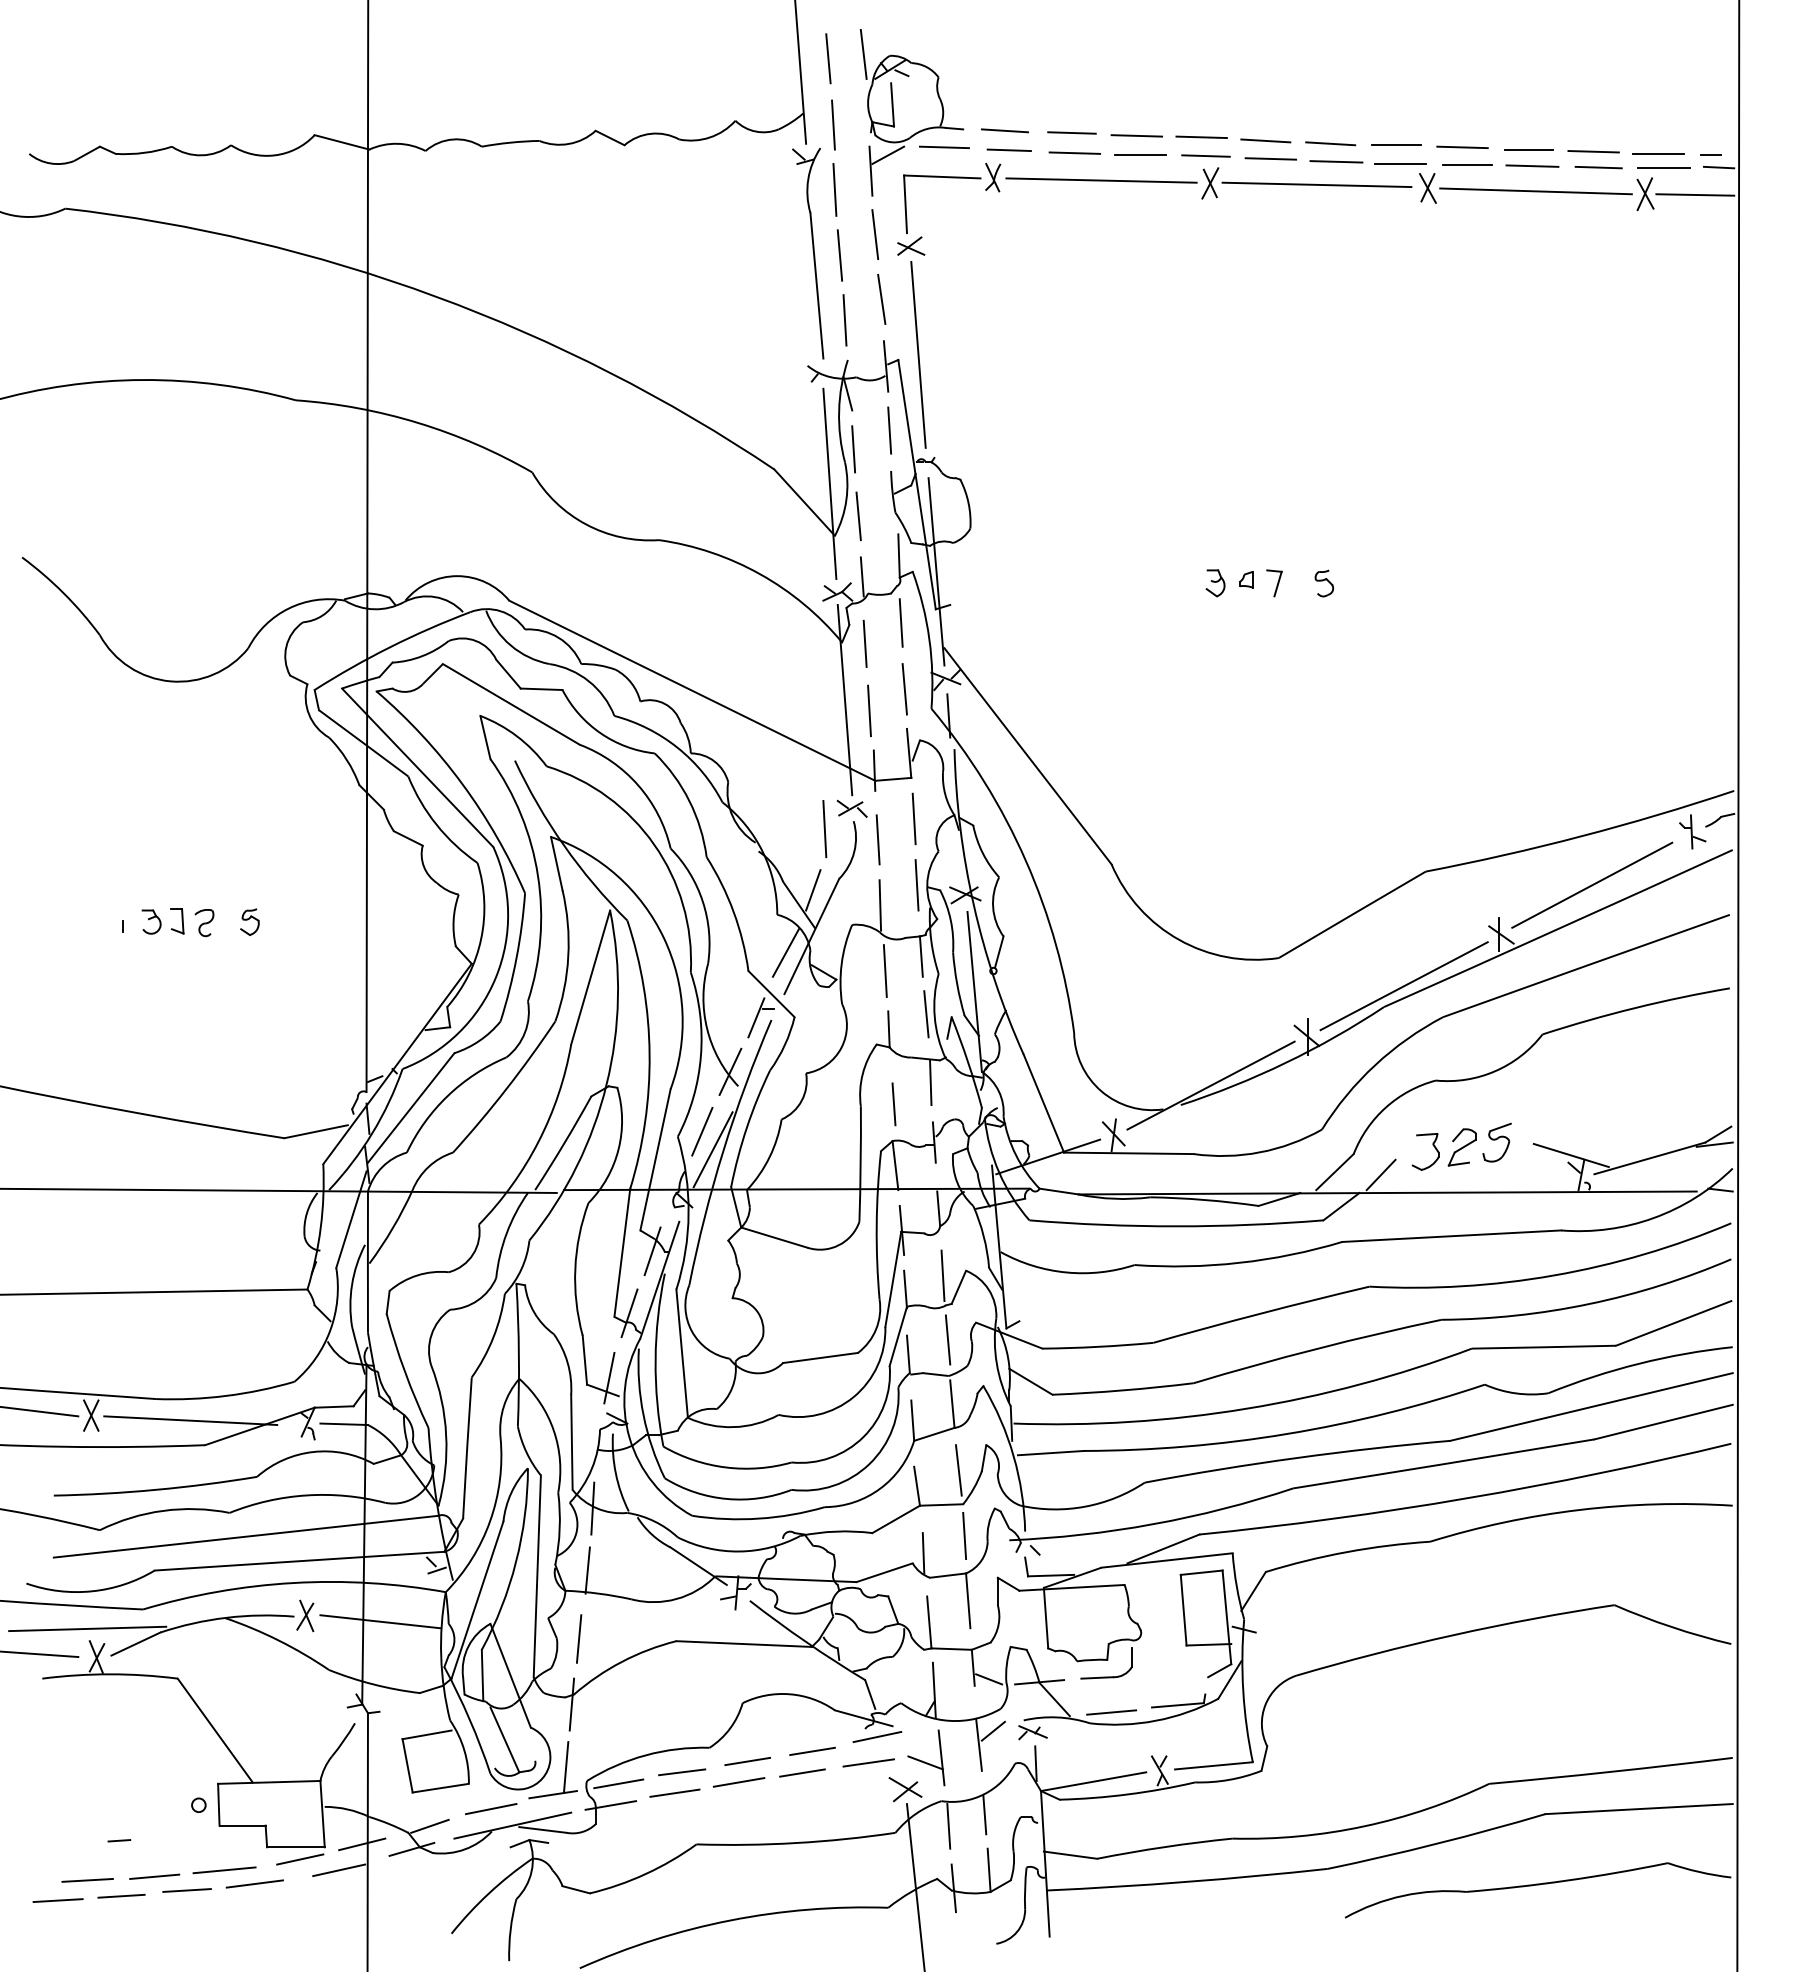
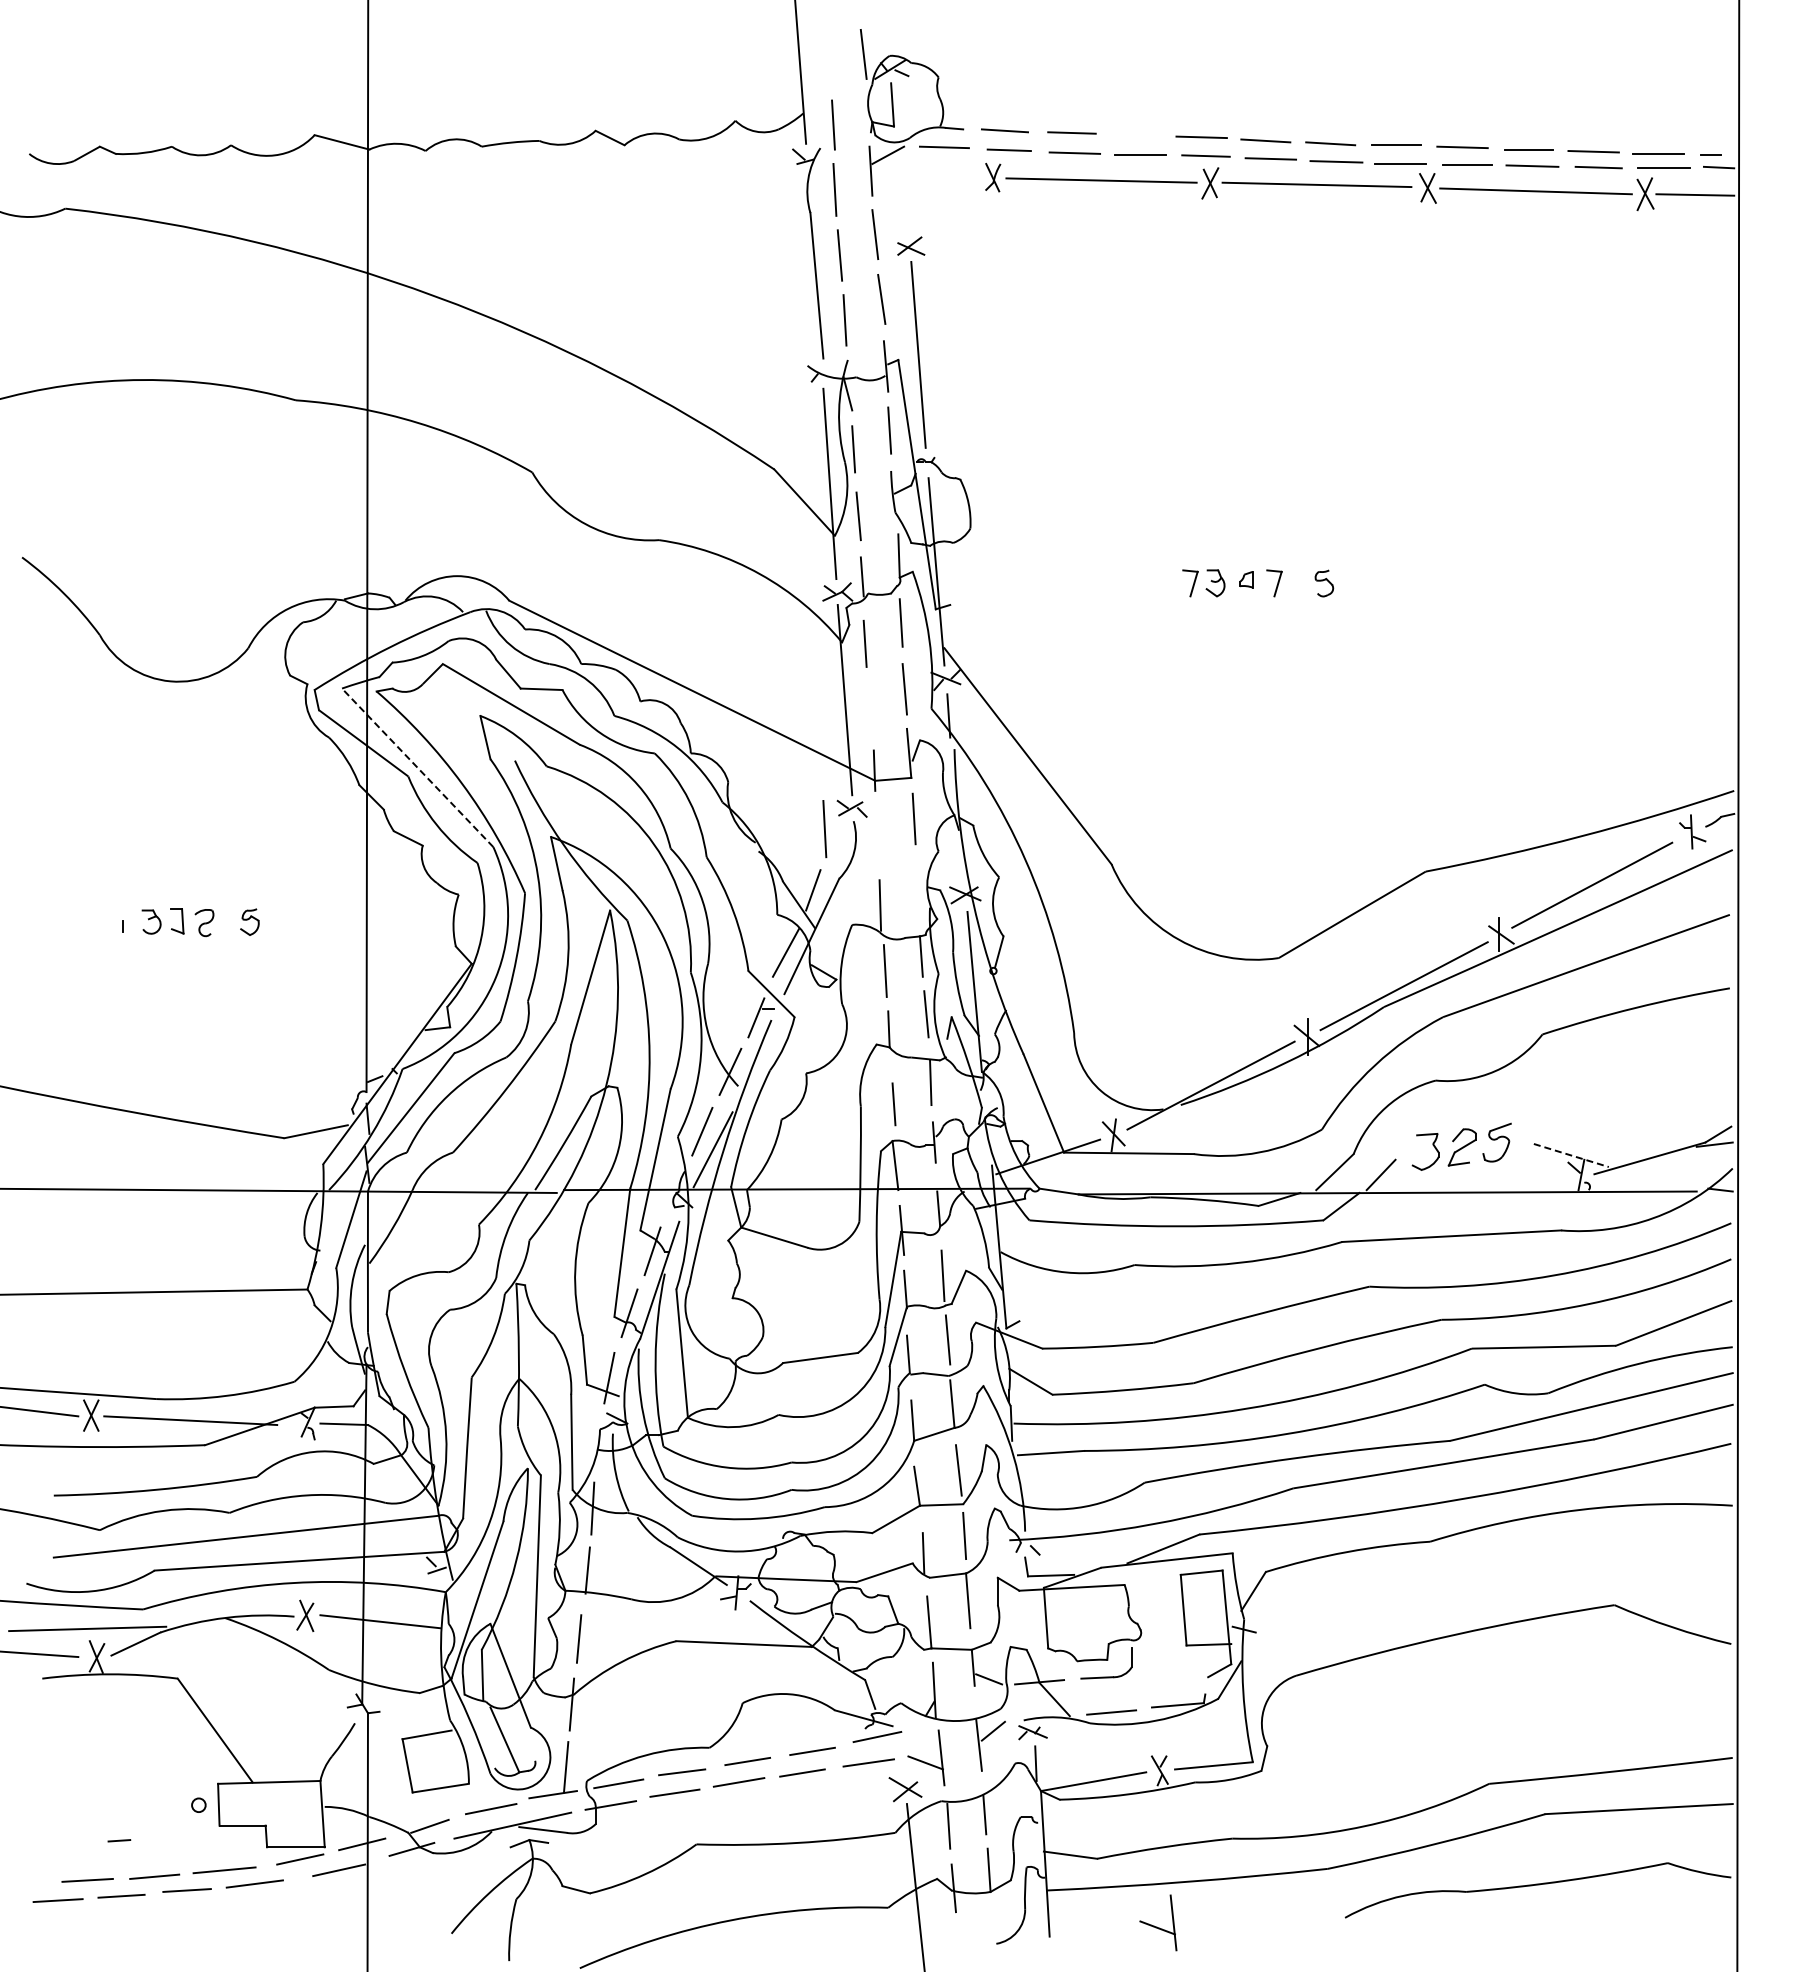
line at (828, 58): present -> none
line at (1136, 135): present -> none
part at (948, 178): present -> none
part at (1190, 583): none -> present
line at (869, 710): present -> none
line at (417, 767): solid -> dashed
line at (877, 839): present -> none
line at (916, 885): present -> none
line at (1571, 1155): solid -> dashed
part at (1158, 1922): none -> present
